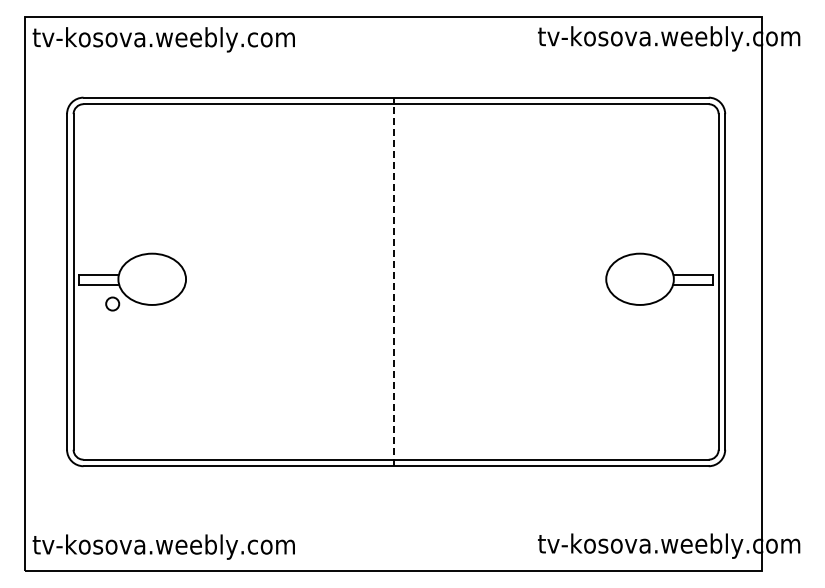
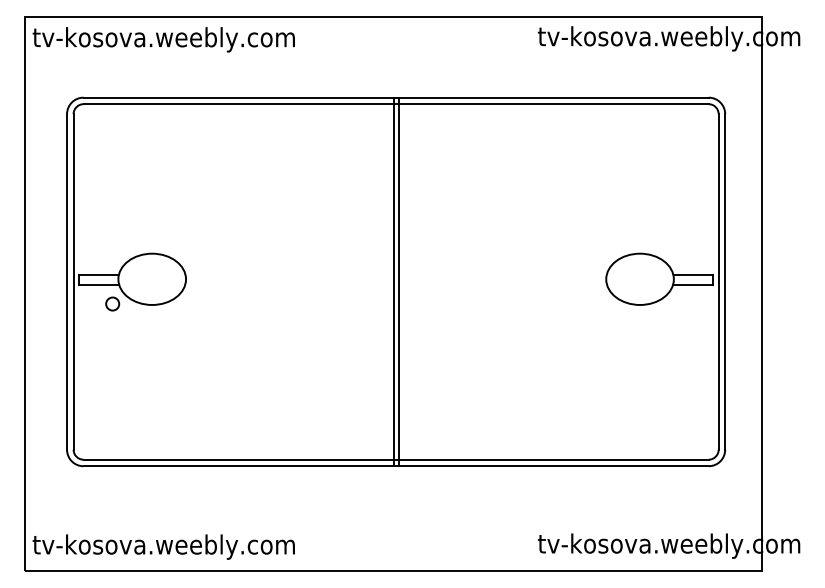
line at (393, 281): dashed -> solid
line at (398, 281): none -> present
